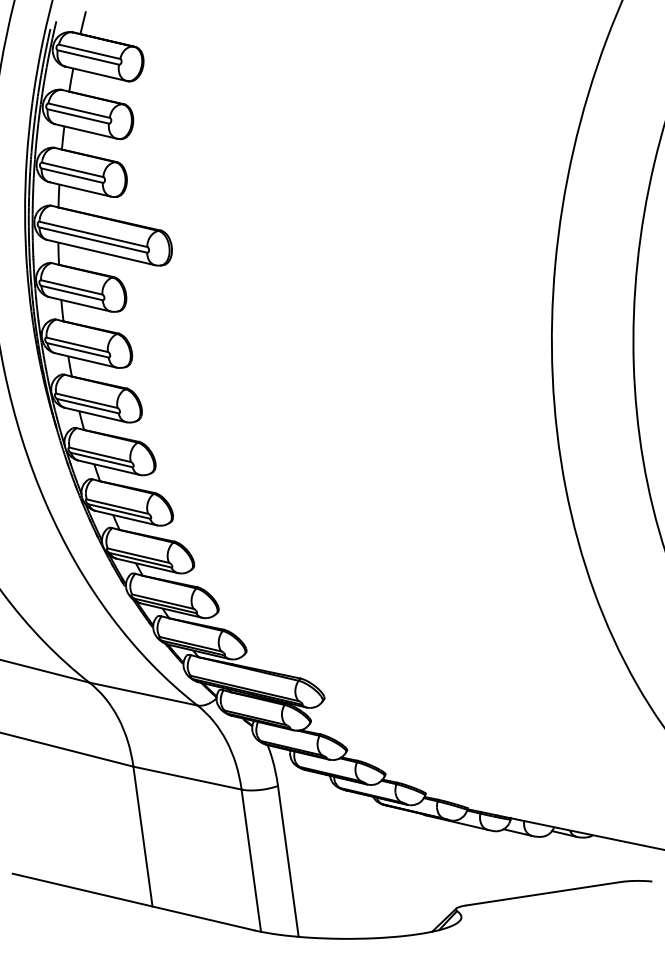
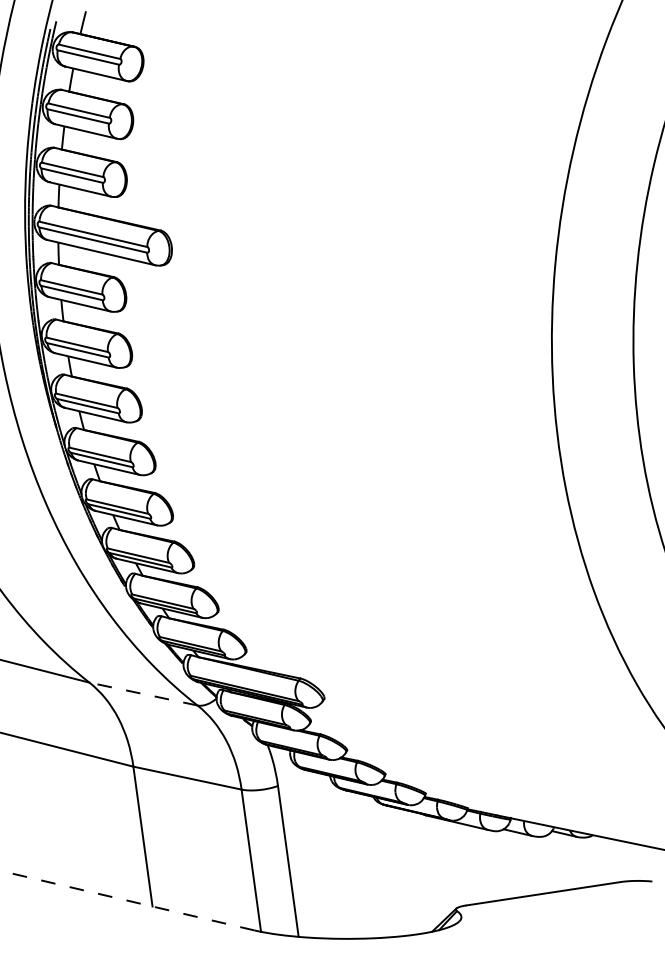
line at (143, 693): solid -> dashed
line at (133, 901): solid -> dashed
